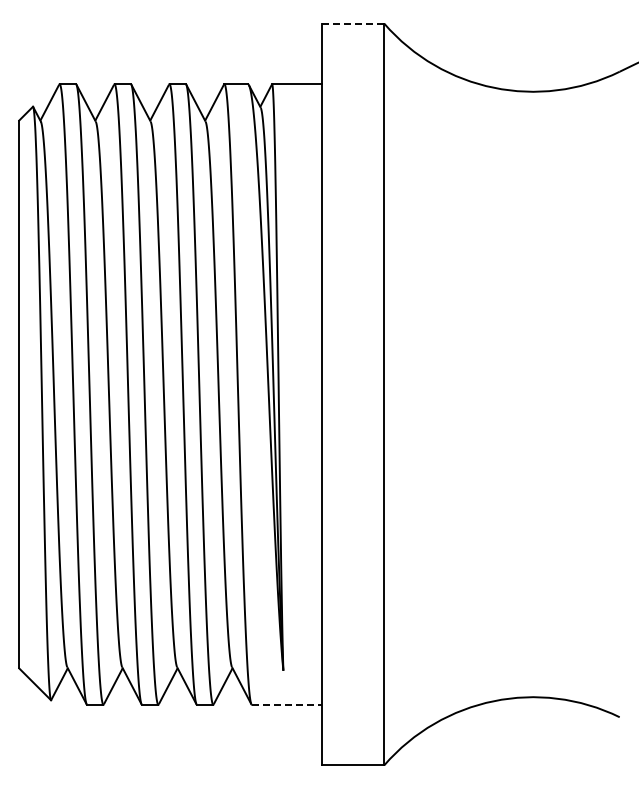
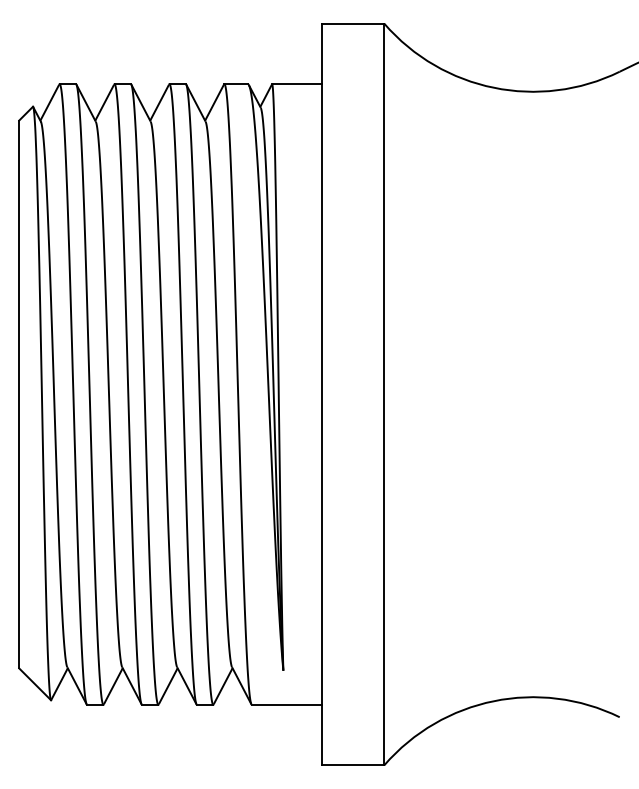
line at (352, 23): dashed -> solid
line at (287, 704): dashed -> solid
